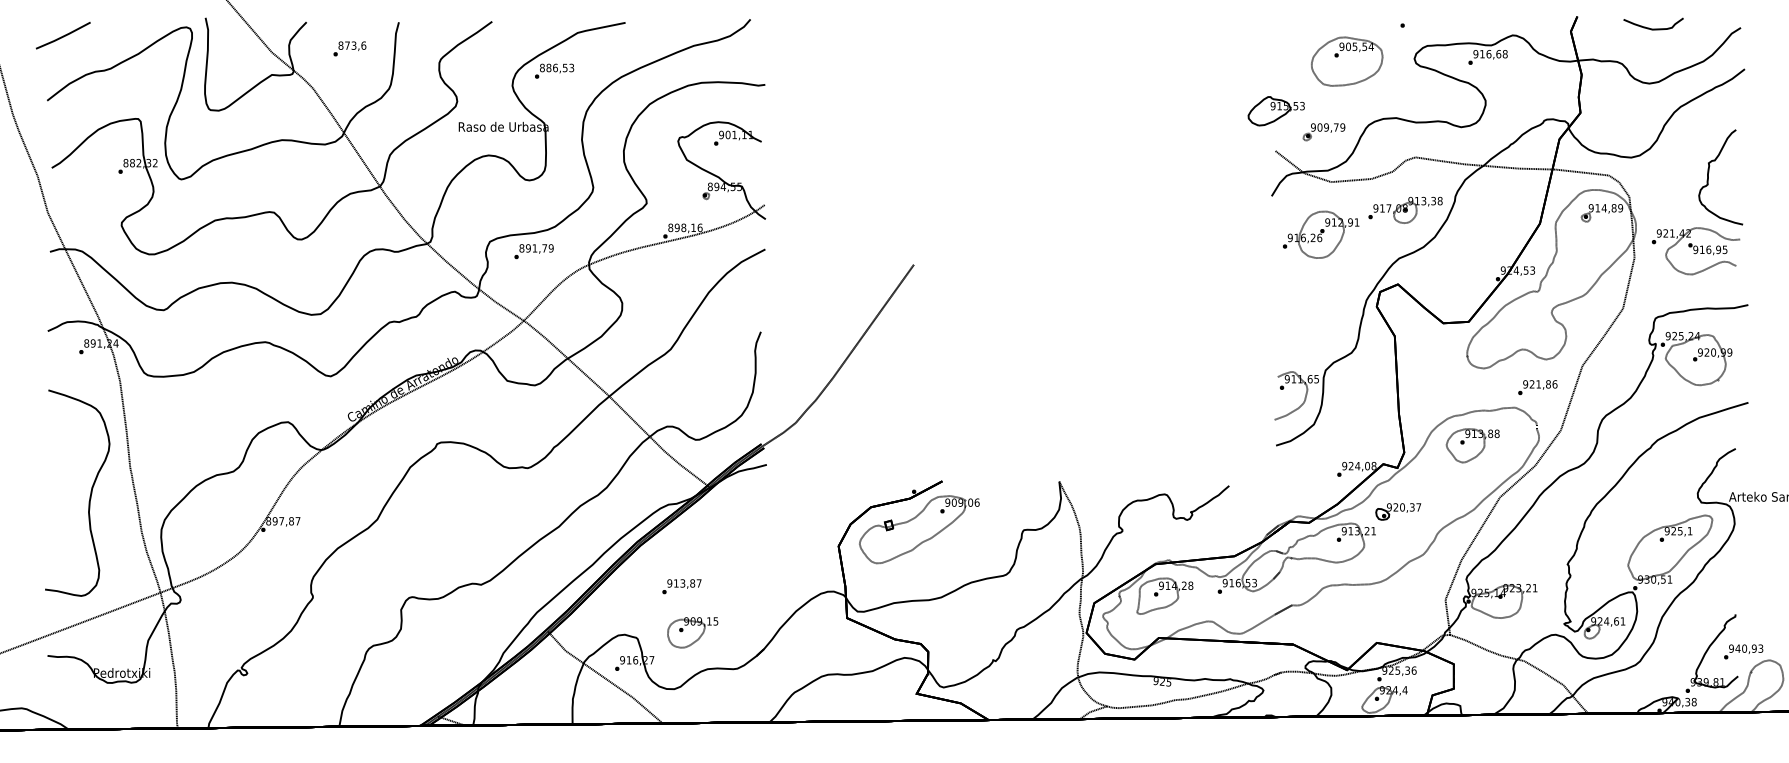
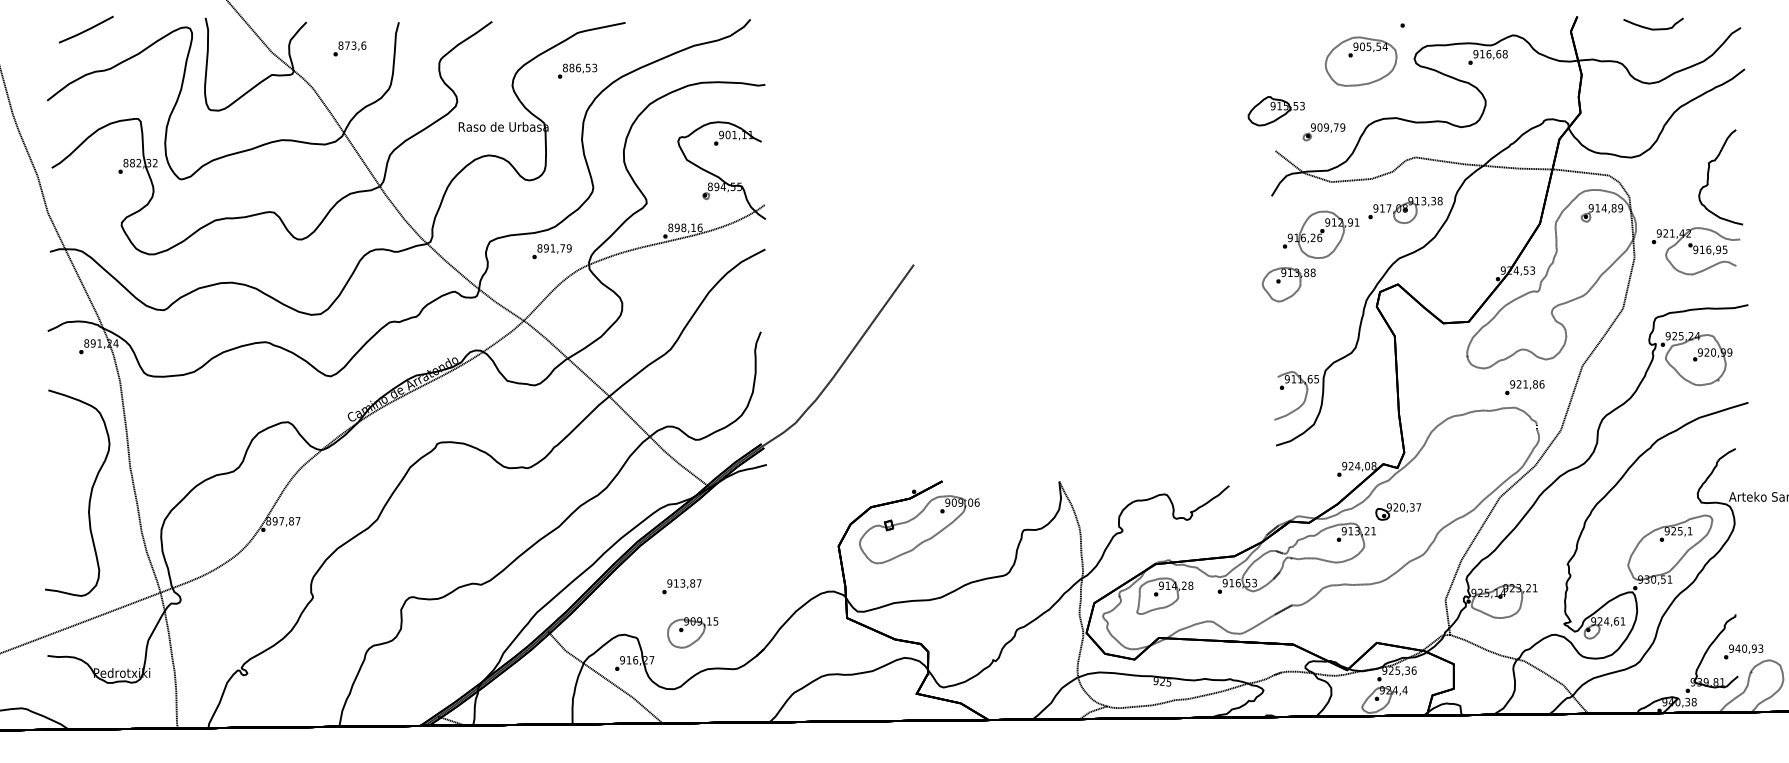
line at (63, 35) position: (63, 35) -> (86, 29)
part at (1347, 61) position: (1347, 61) -> (1361, 61)
text at (554, 70) position: (554, 70) -> (577, 70)
text at (533, 251) position: (533, 251) -> (551, 251)
text at (1537, 387) position: (1537, 387) -> (1524, 387)
part at (1472, 445) position: (1472, 445) -> (1288, 284)
